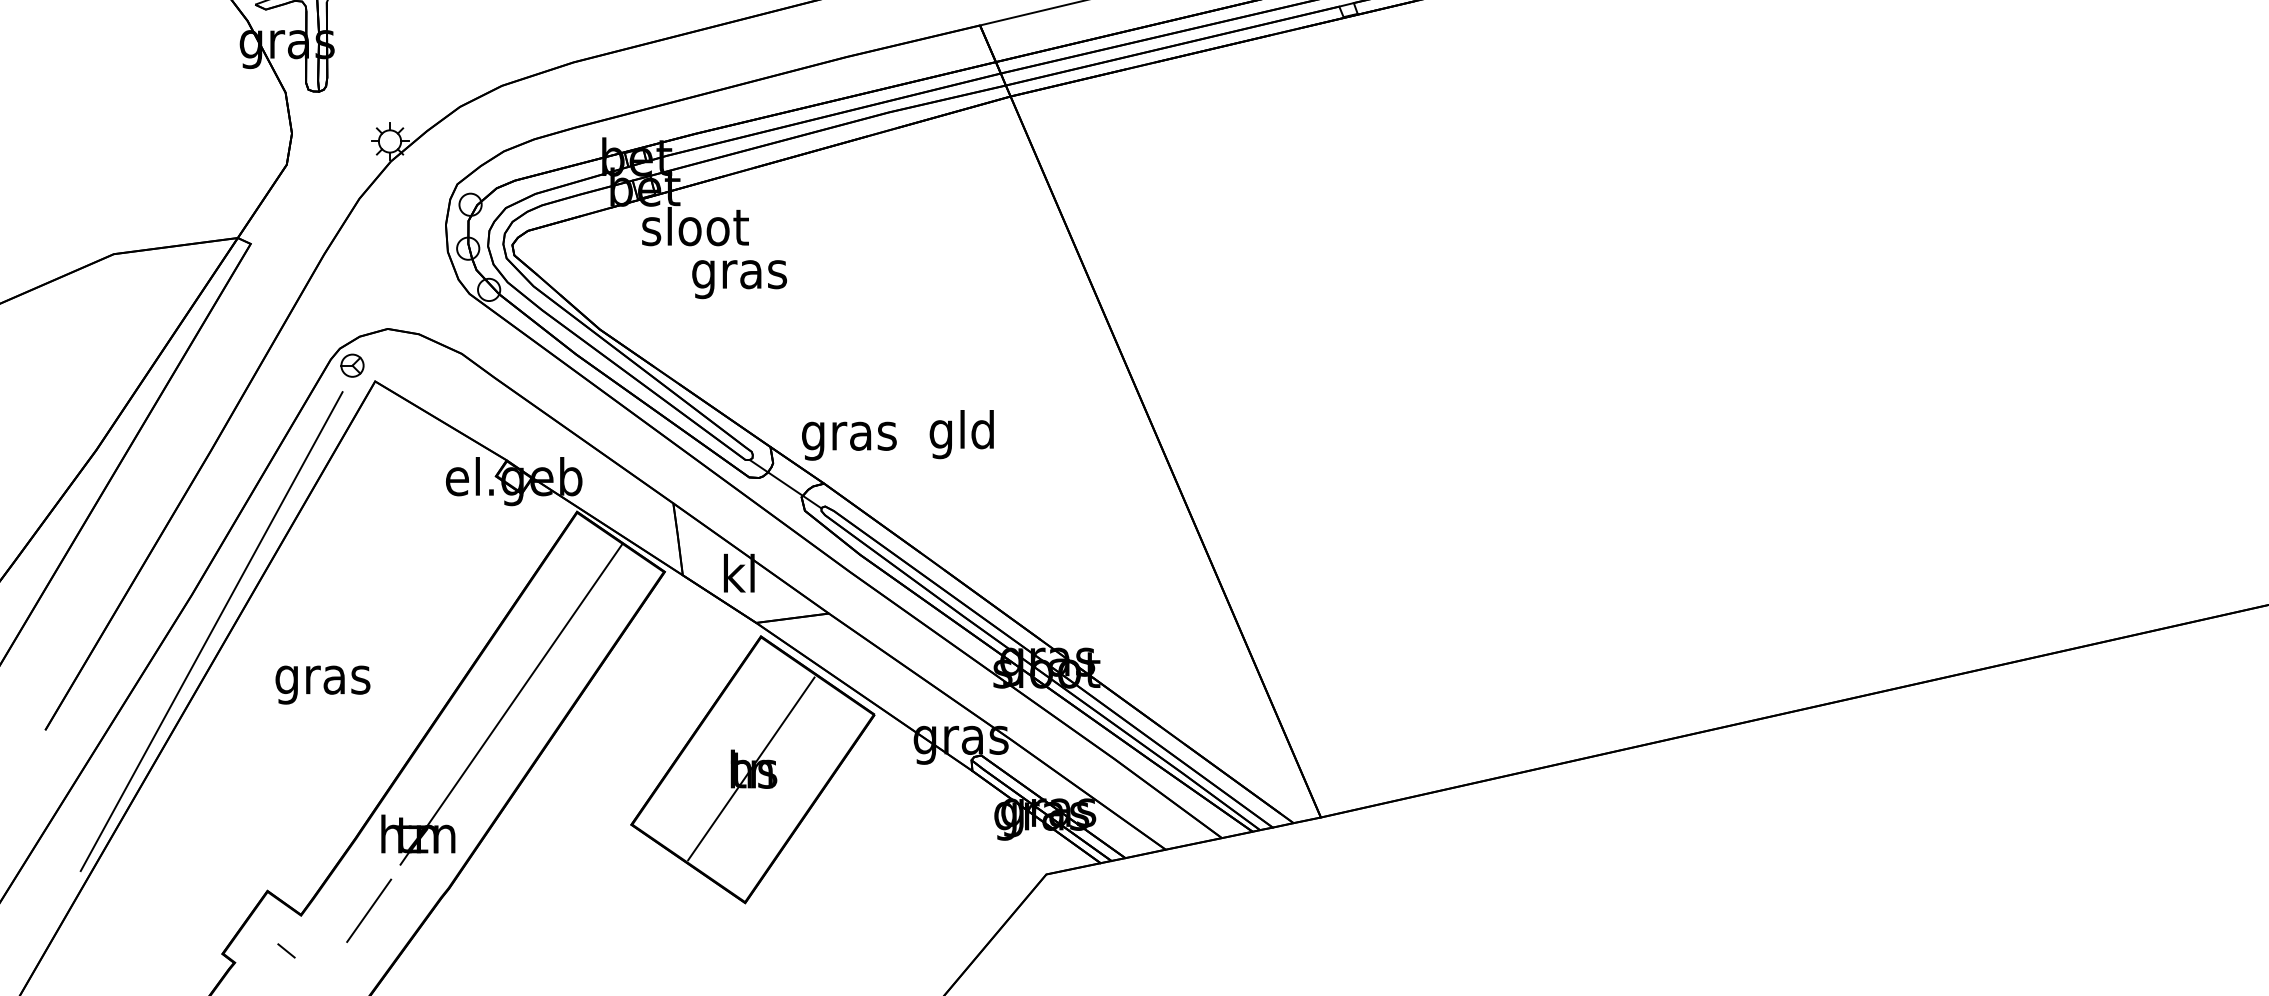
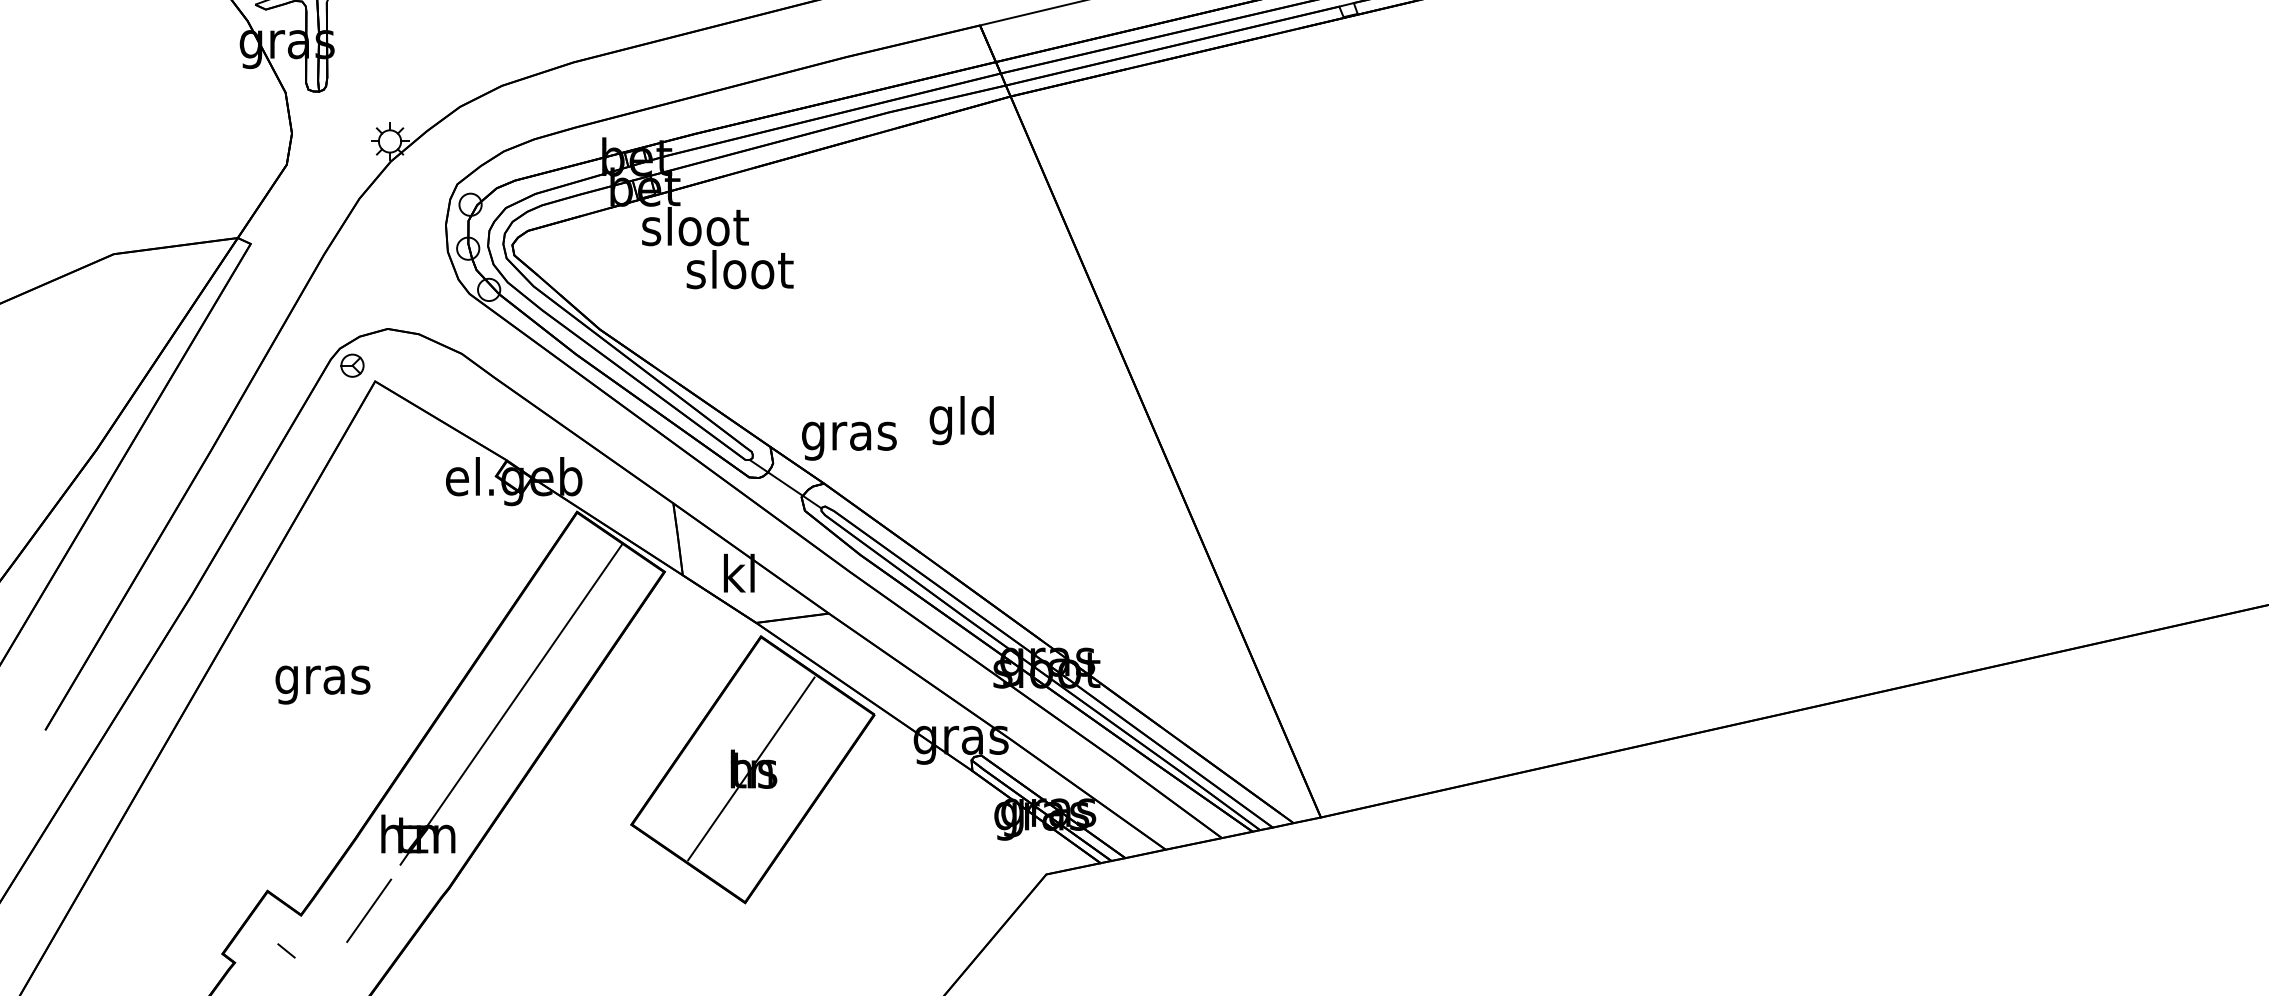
text at (739, 274): gras -> sloot
text at (961, 434) position: (961, 434) -> (961, 420)
line at (211, 631): present -> none
